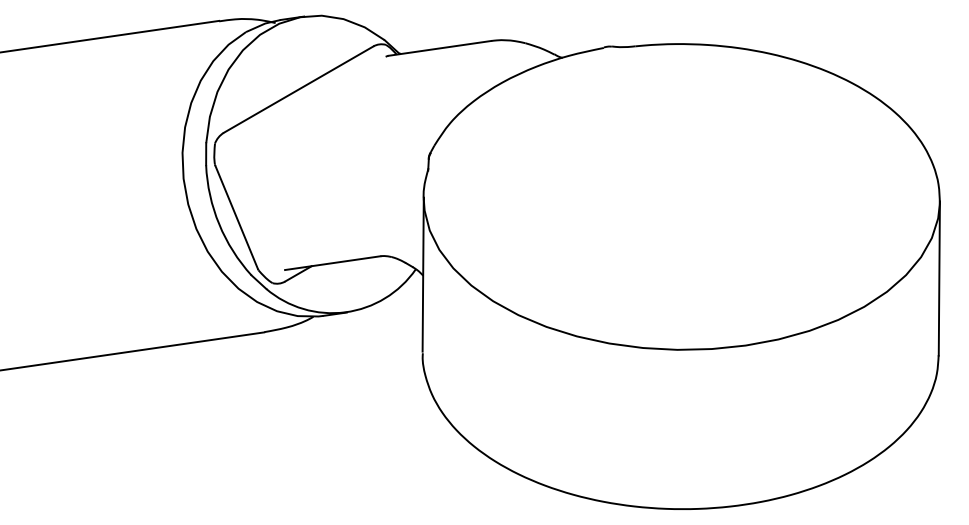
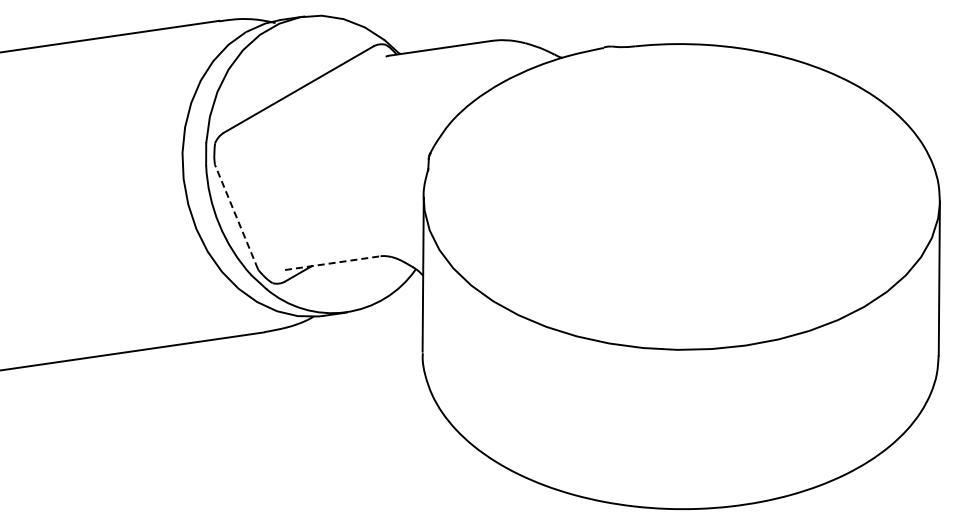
line at (236, 217): solid -> dashed
line at (333, 263): solid -> dashed
